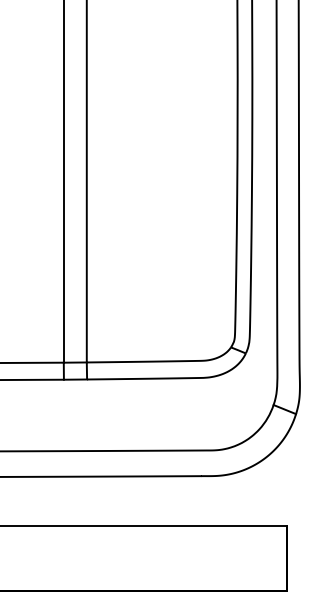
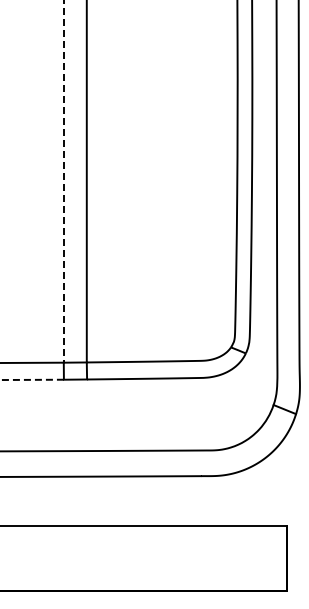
line at (63, 181): solid -> dashed
line at (31, 379): solid -> dashed
